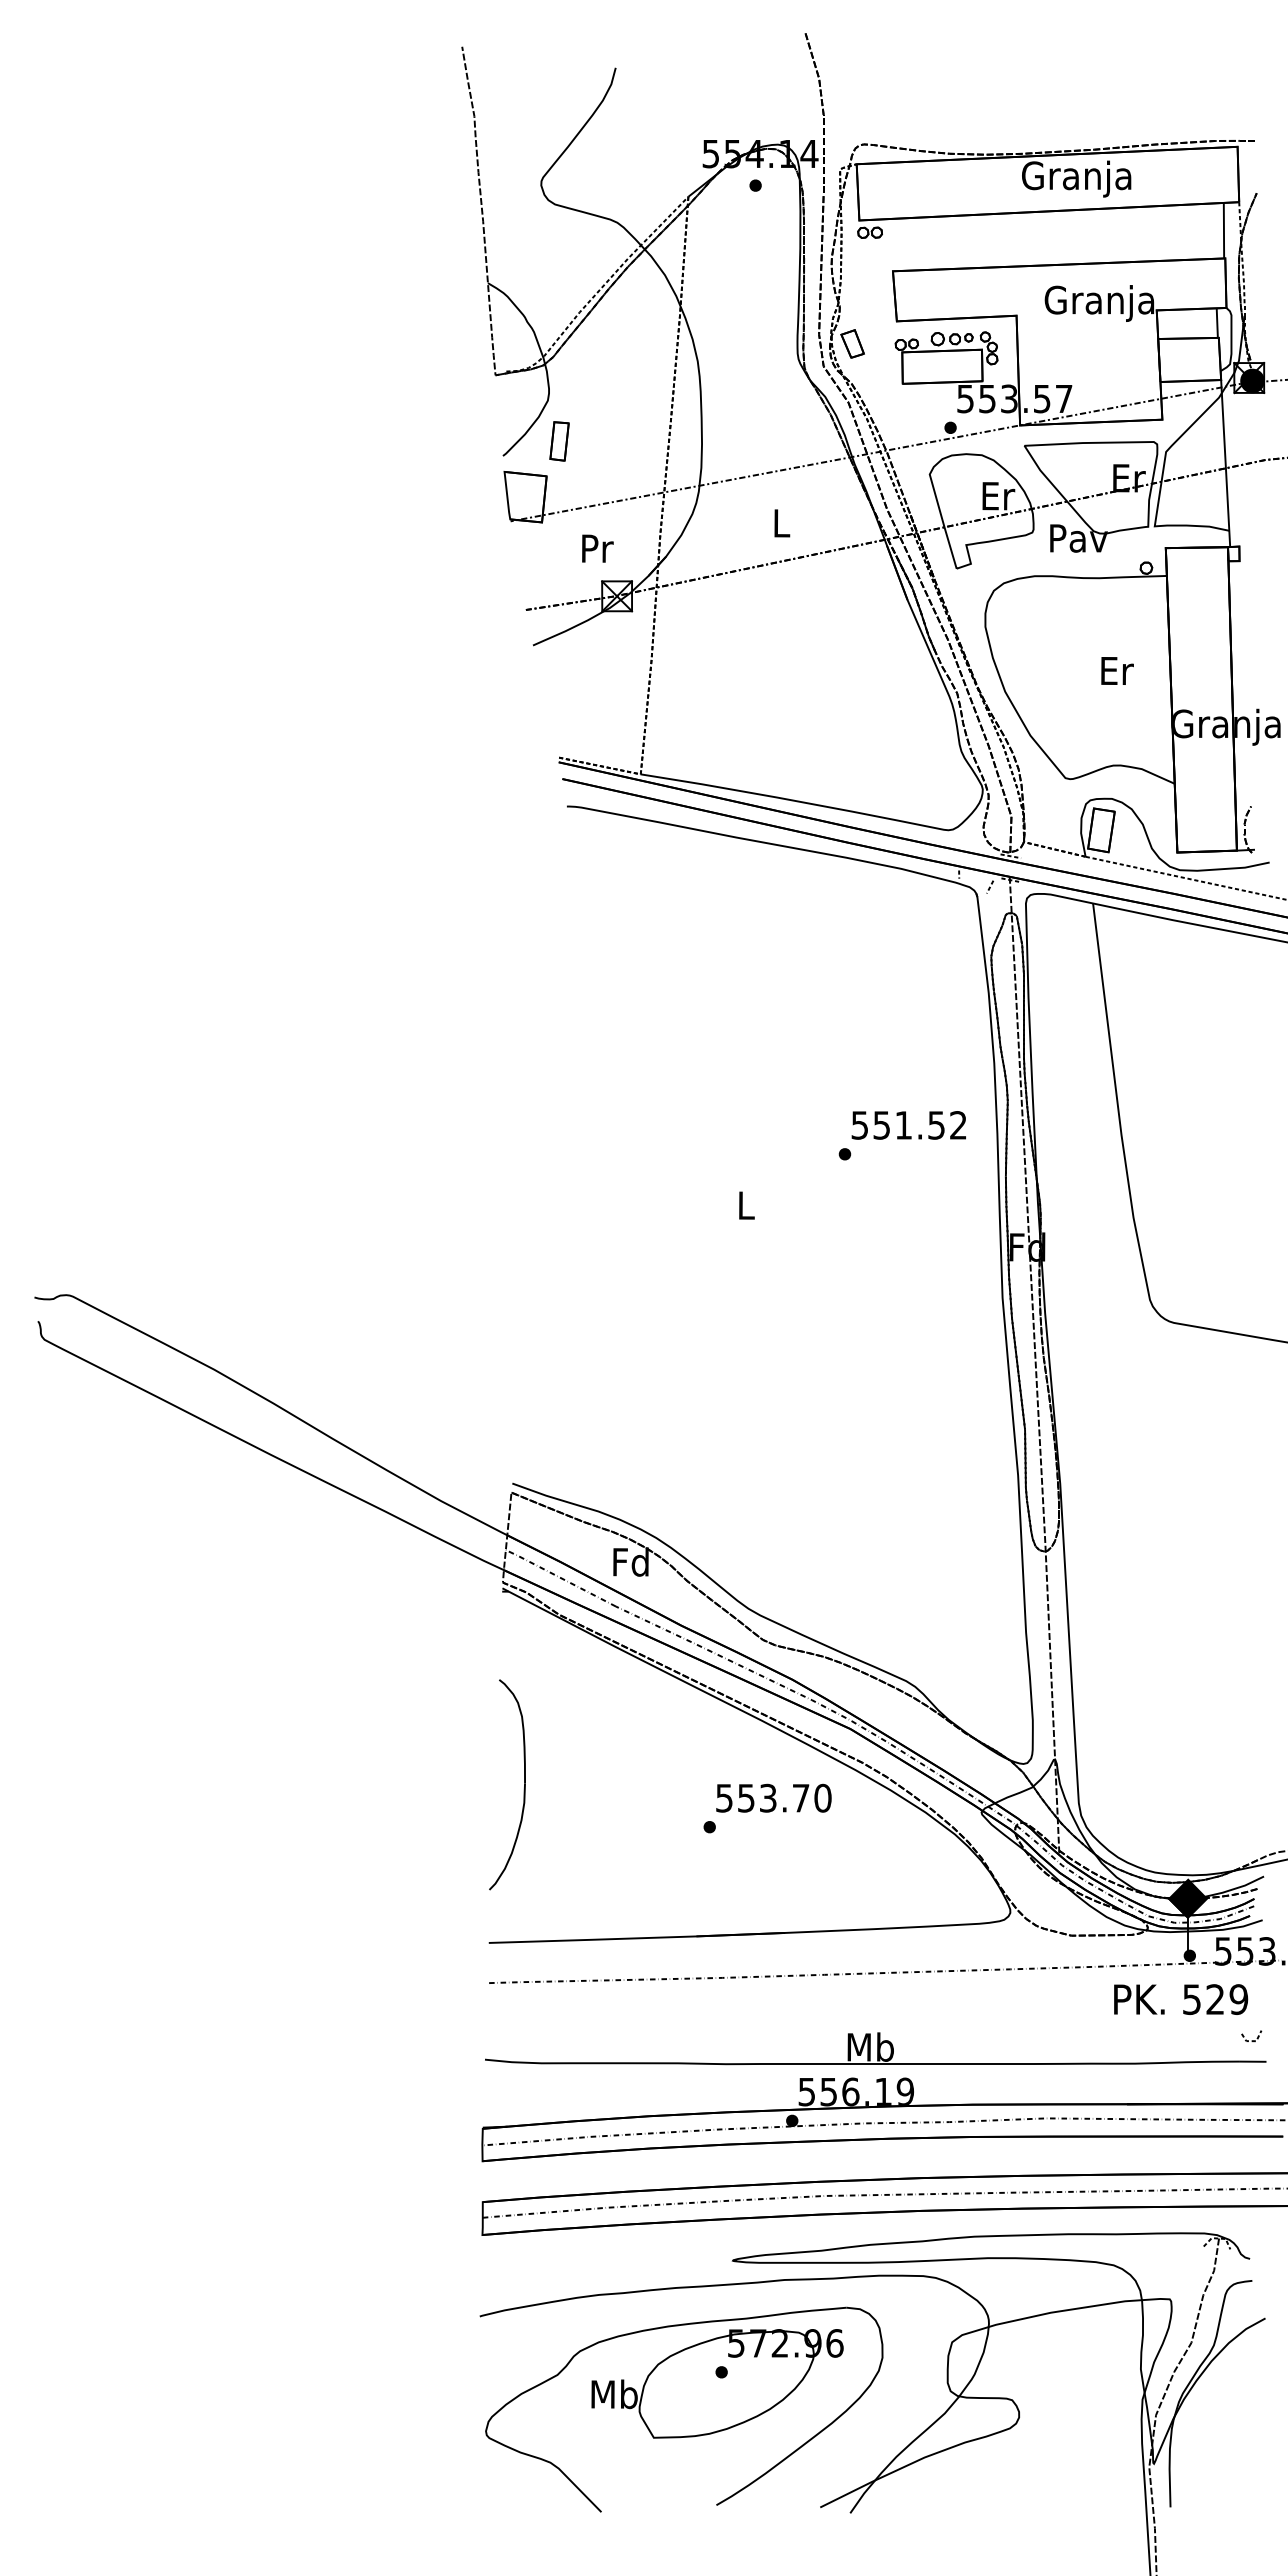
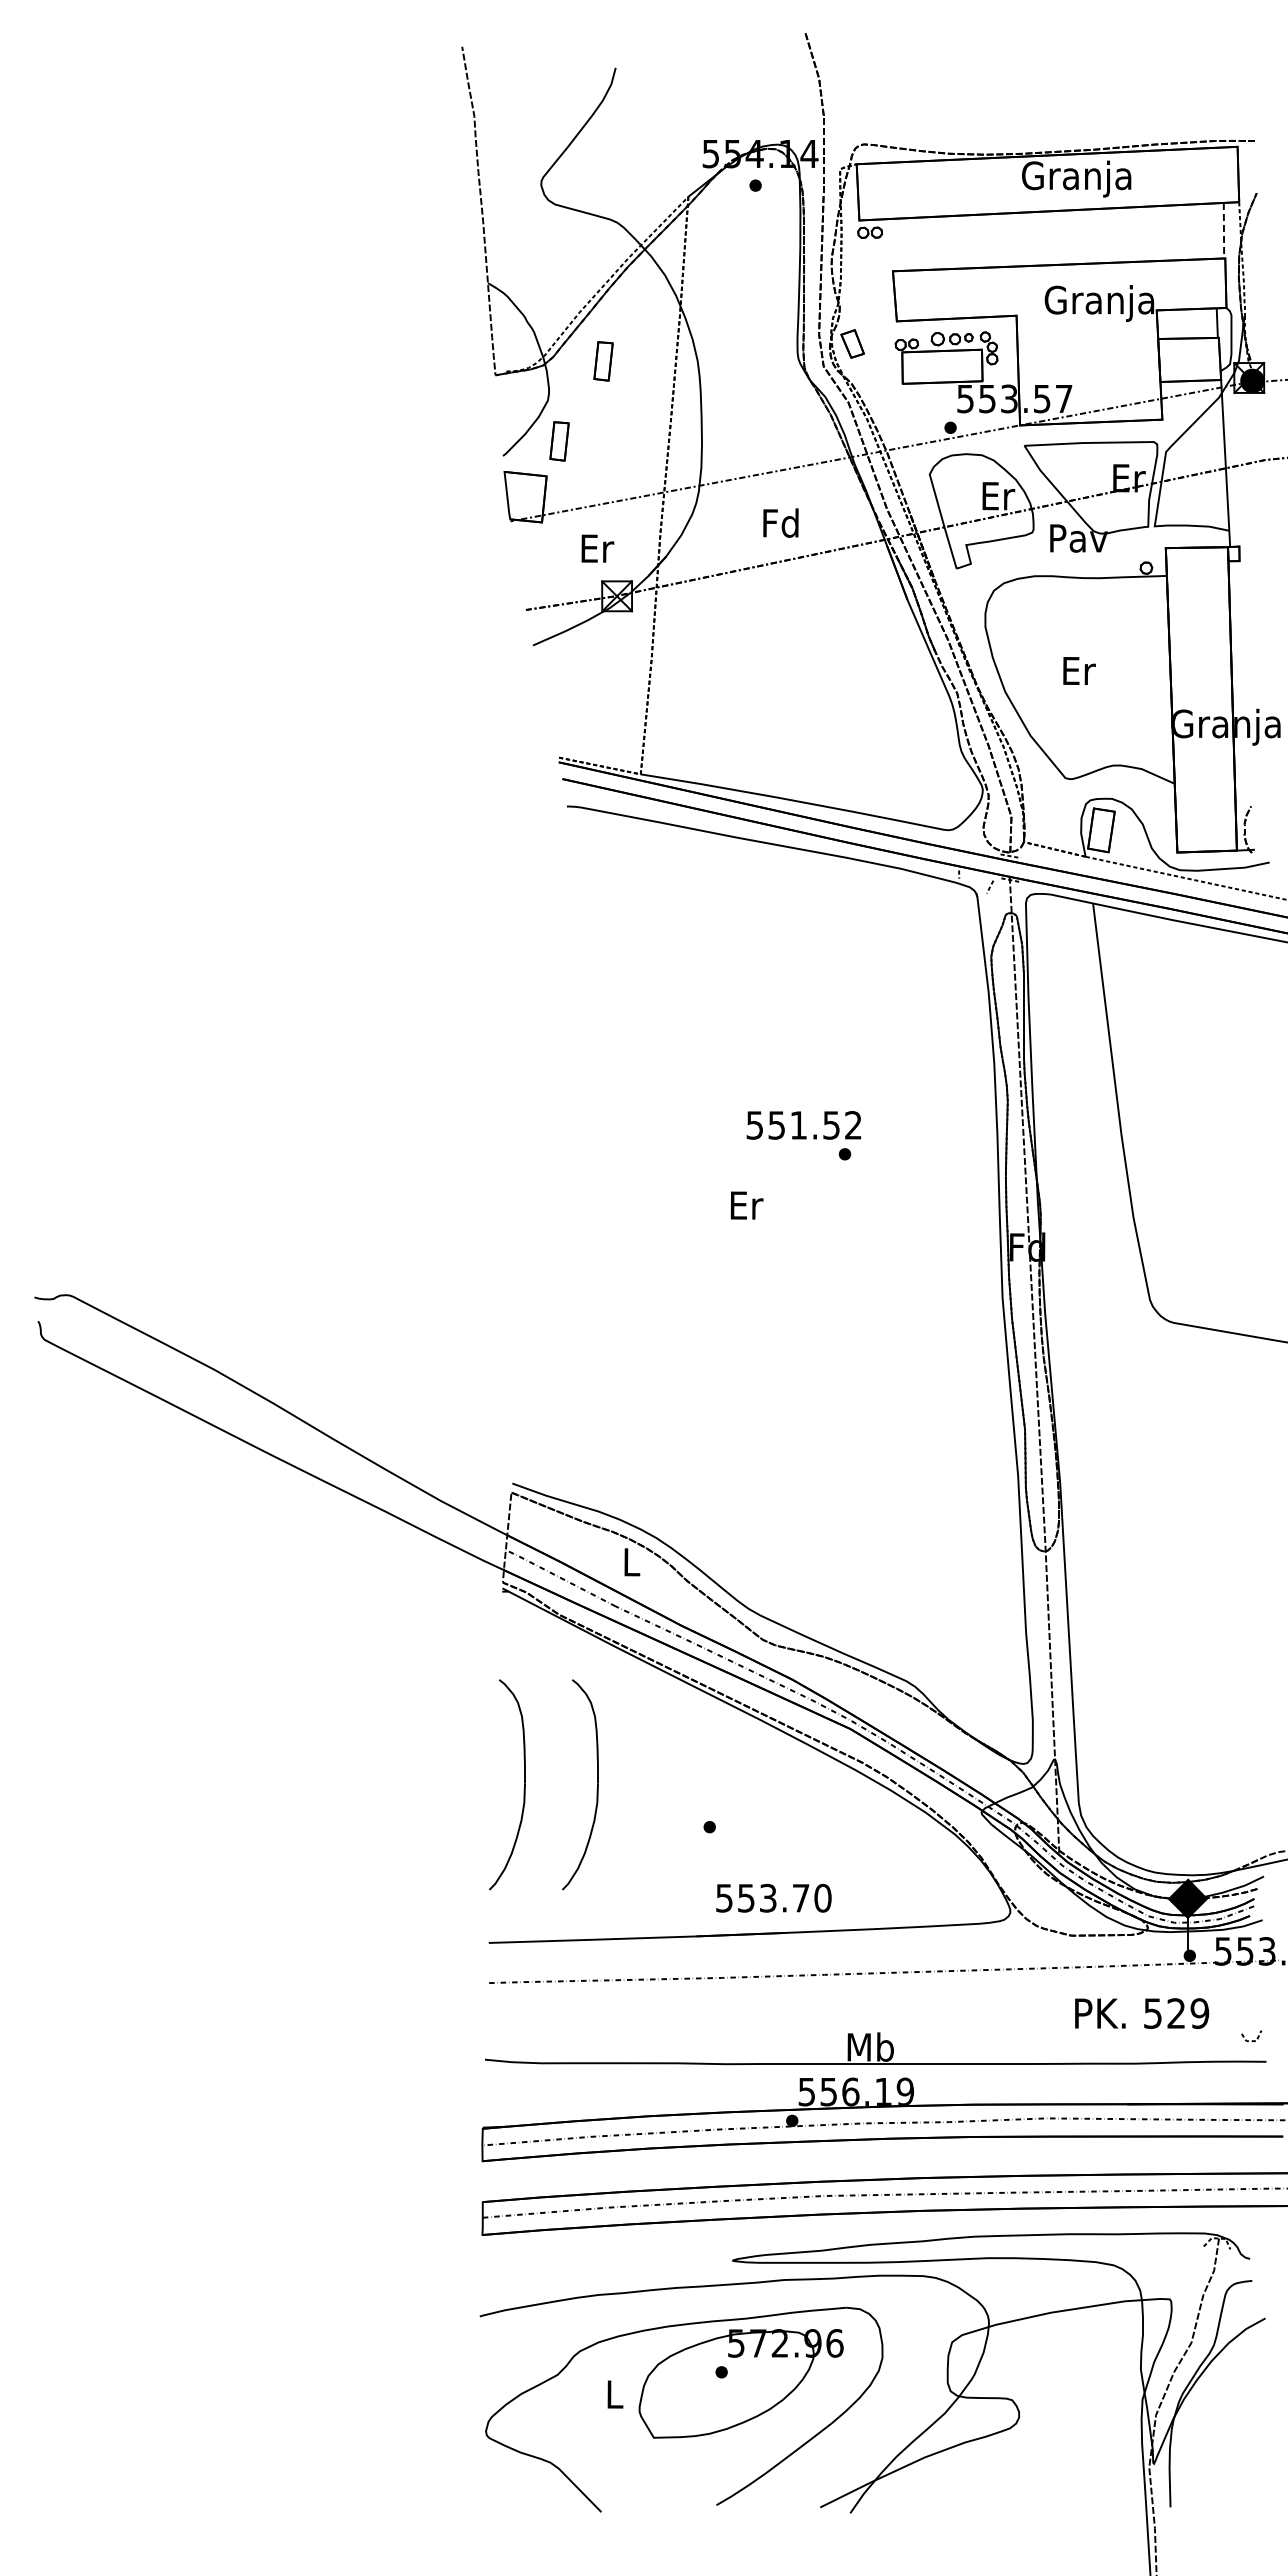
line at (1223, 230): solid -> dashed
part at (603, 361): none -> present
text at (780, 522): L -> Fd
text at (597, 548): Pr -> Er
text at (1117, 670) position: (1117, 670) -> (1079, 670)
text at (908, 1125) position: (908, 1125) -> (803, 1125)
text at (746, 1205): L -> Er
text at (630, 1561): Fd -> L
part at (596, 1789): none -> present
text at (773, 1797) position: (773, 1797) -> (773, 1897)
text at (1181, 1999) position: (1181, 1999) -> (1142, 2013)
text at (614, 2394): Mb -> L
